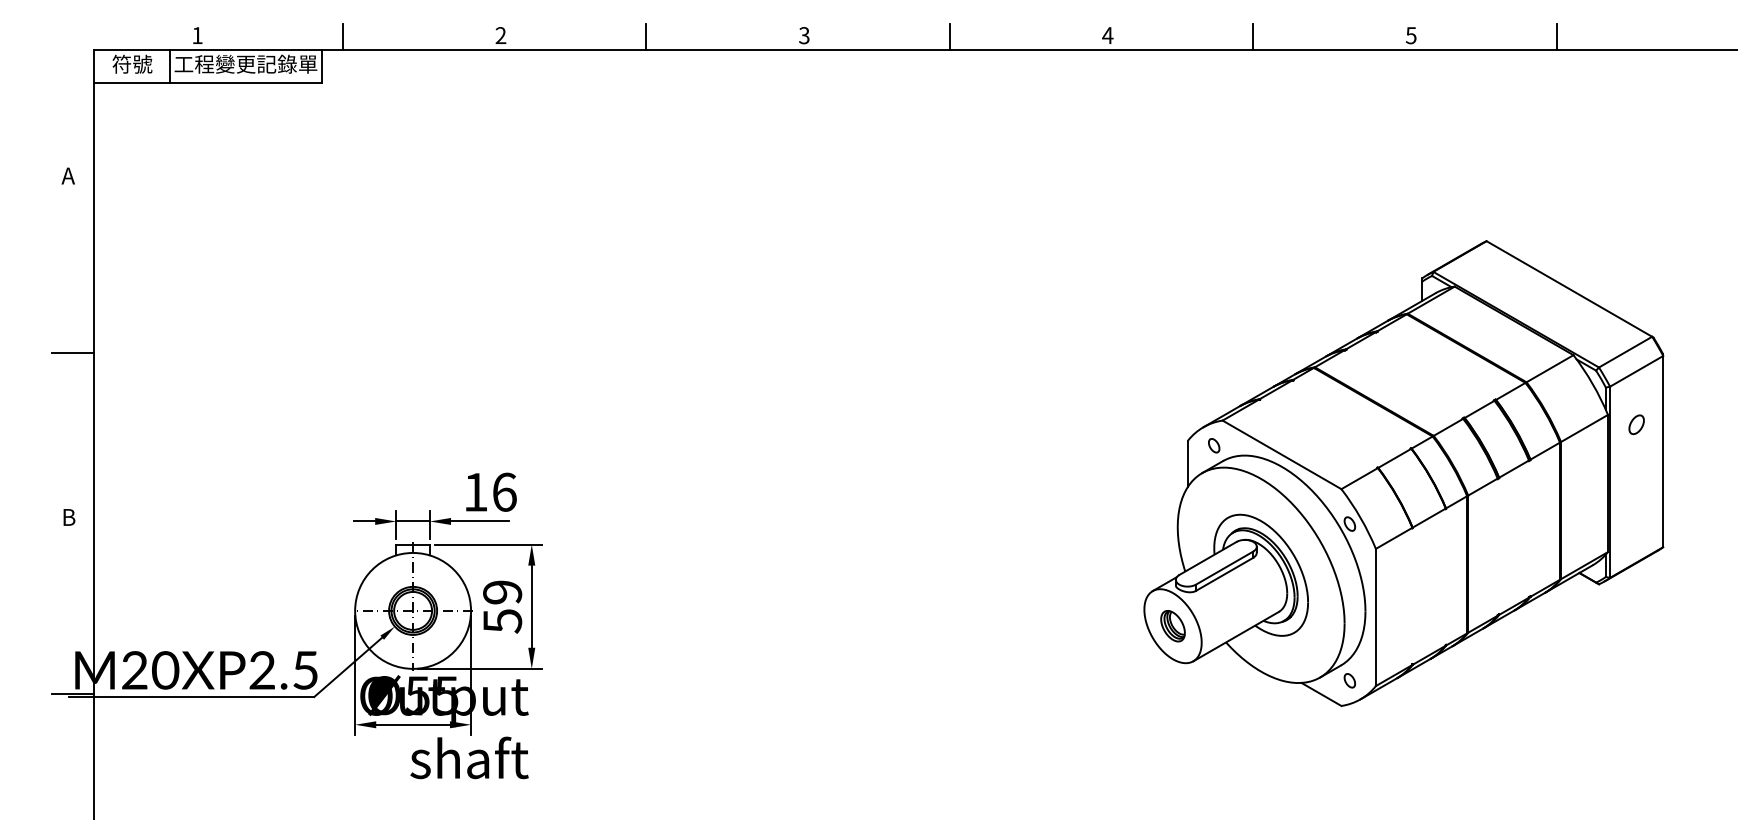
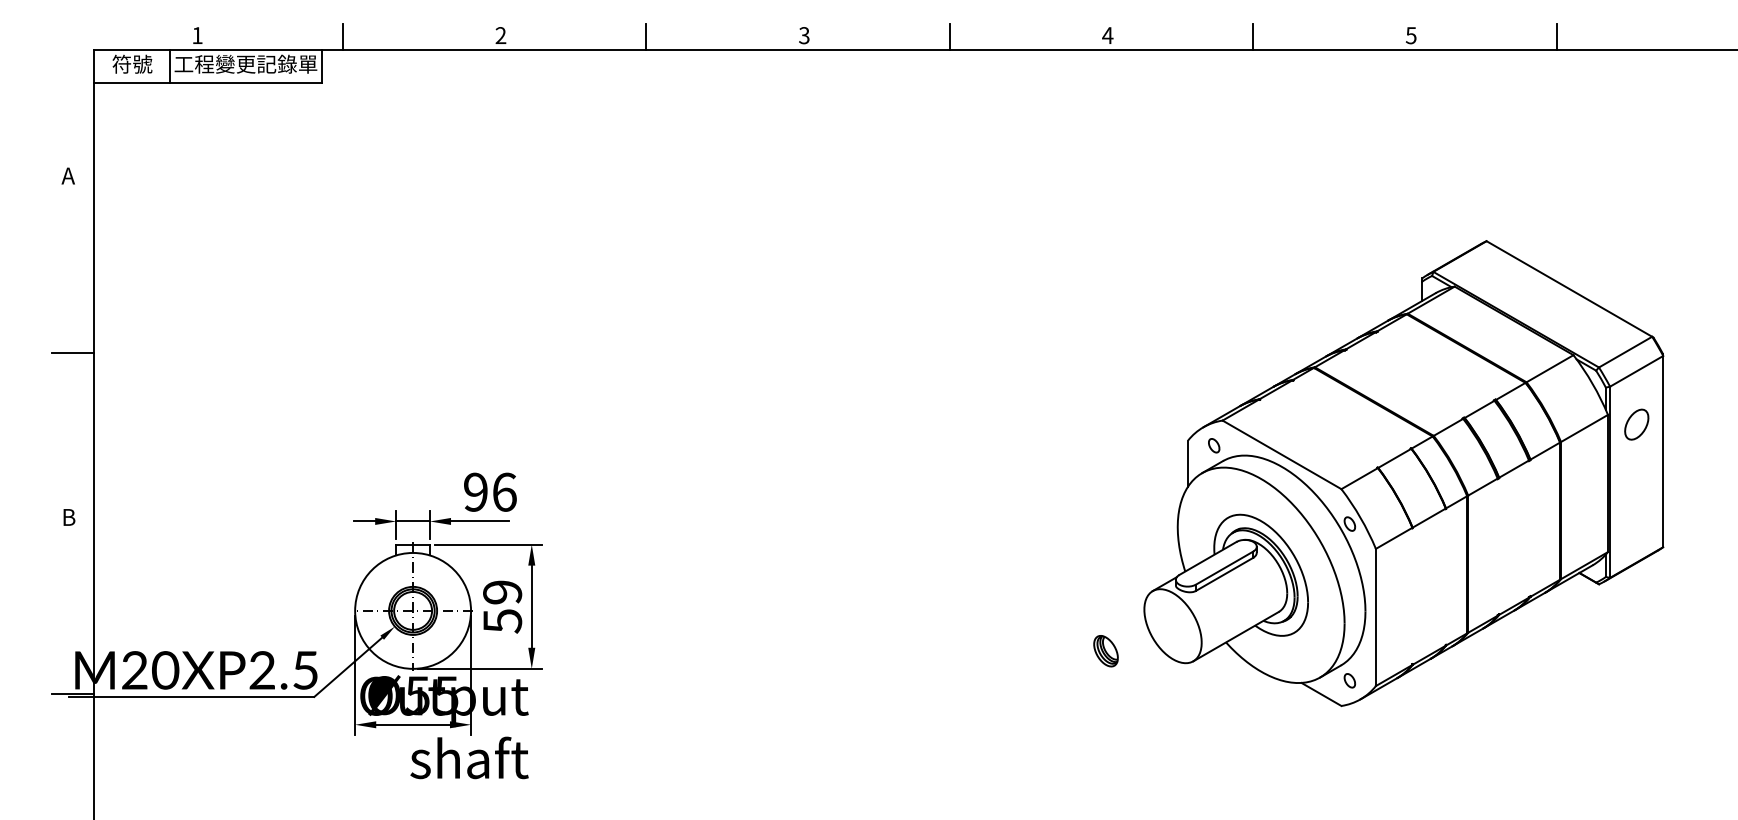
part at (1636, 424) size: 17x22 px -> 26x33 px
text at (475, 491): 16 -> 96
part at (1172, 626) position: (1172, 626) -> (1105, 651)
